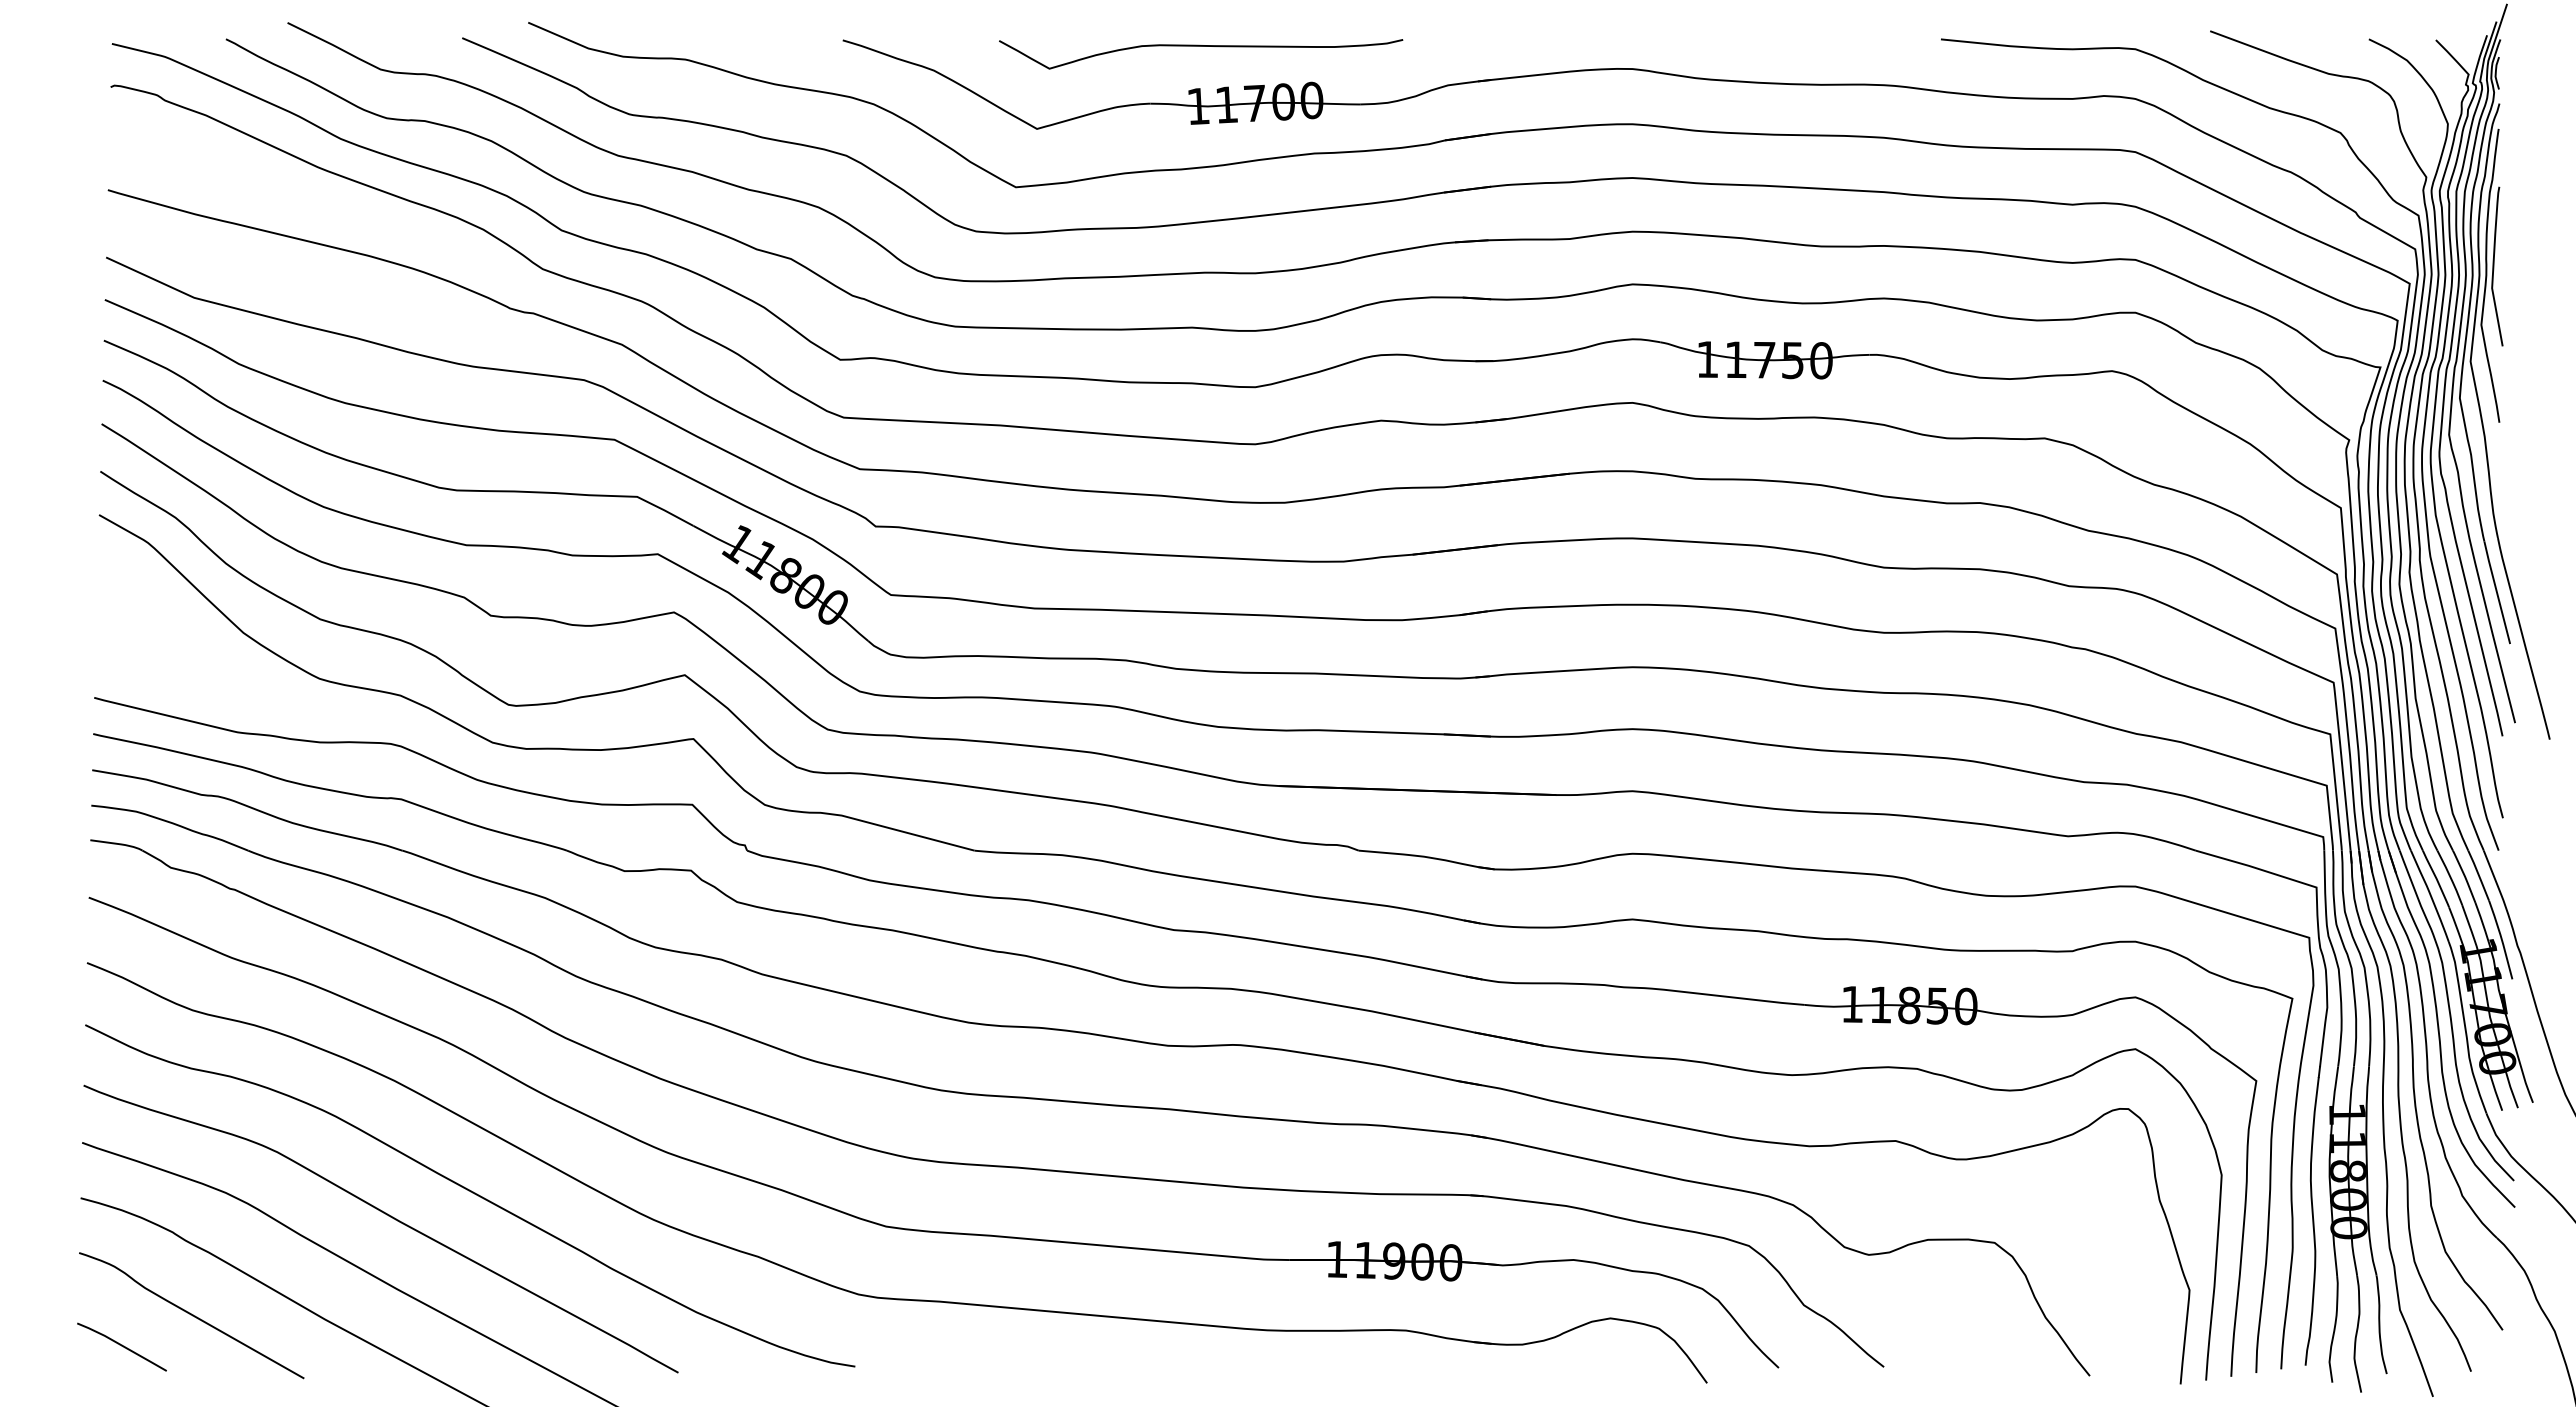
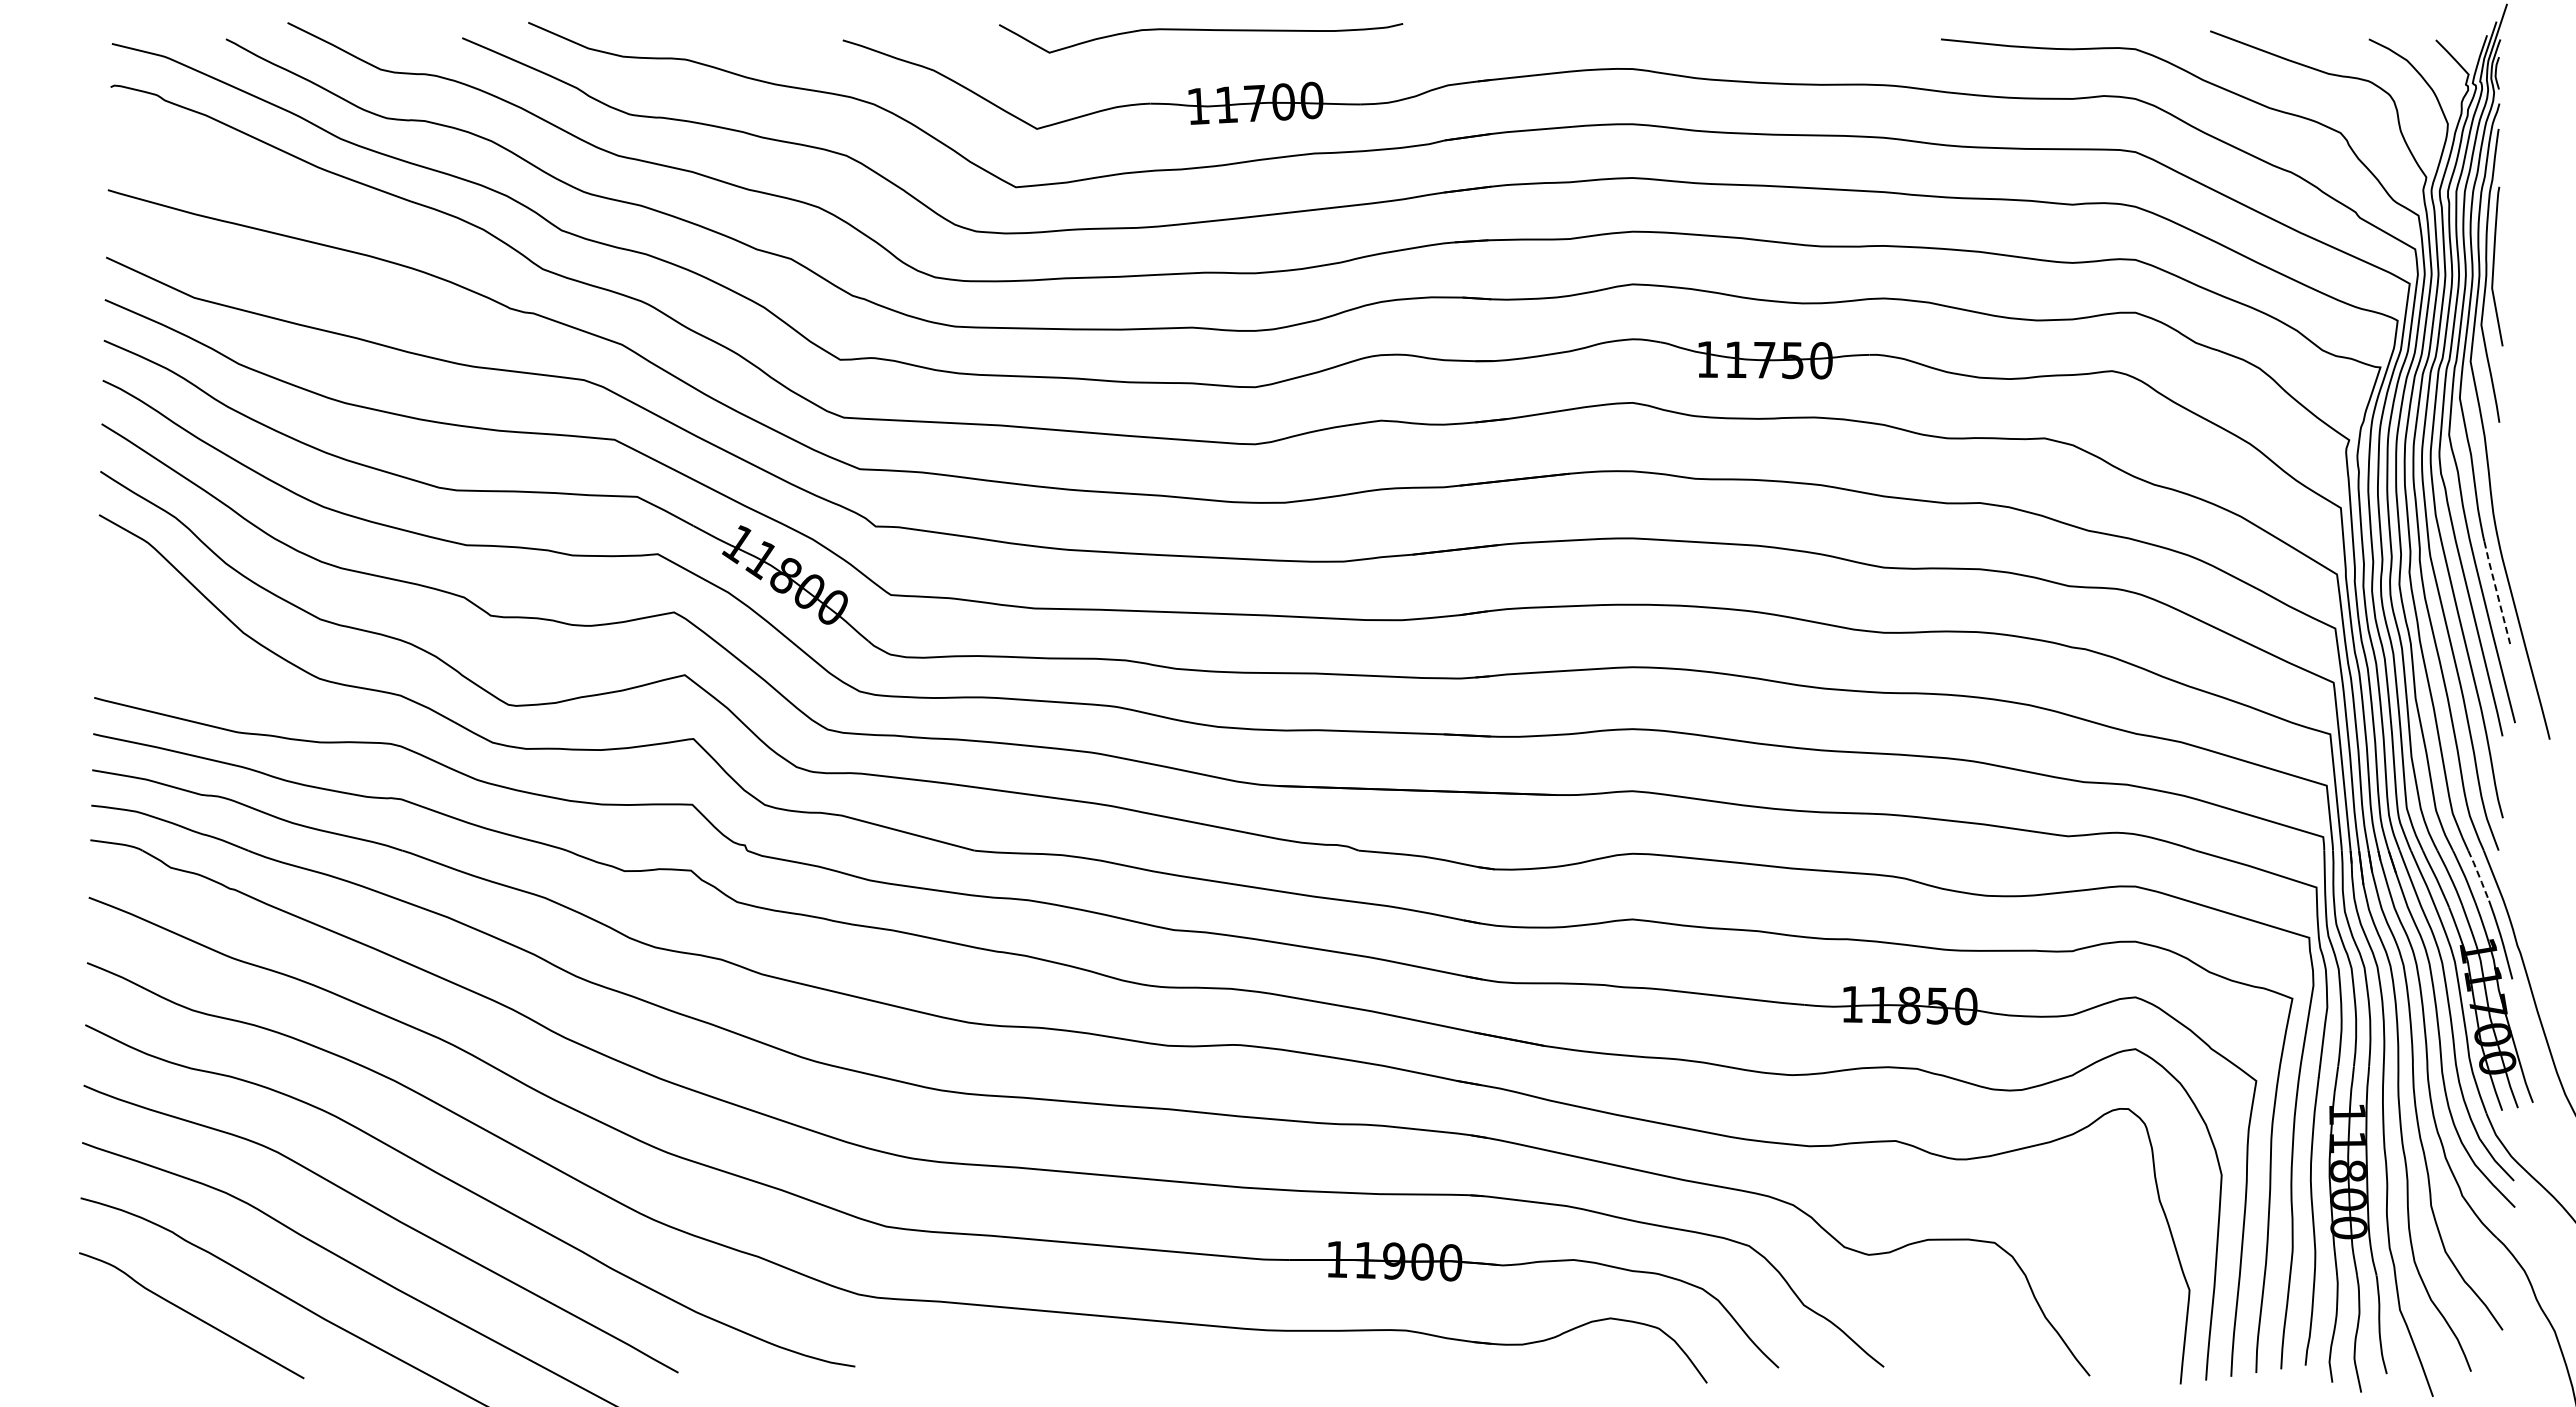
curve at (1201, 46) position: (1201, 46) -> (1201, 30)
line at (2497, 592): solid -> dashed
line at (2479, 875): solid -> dashed
curve at (121, 1346): present -> none
